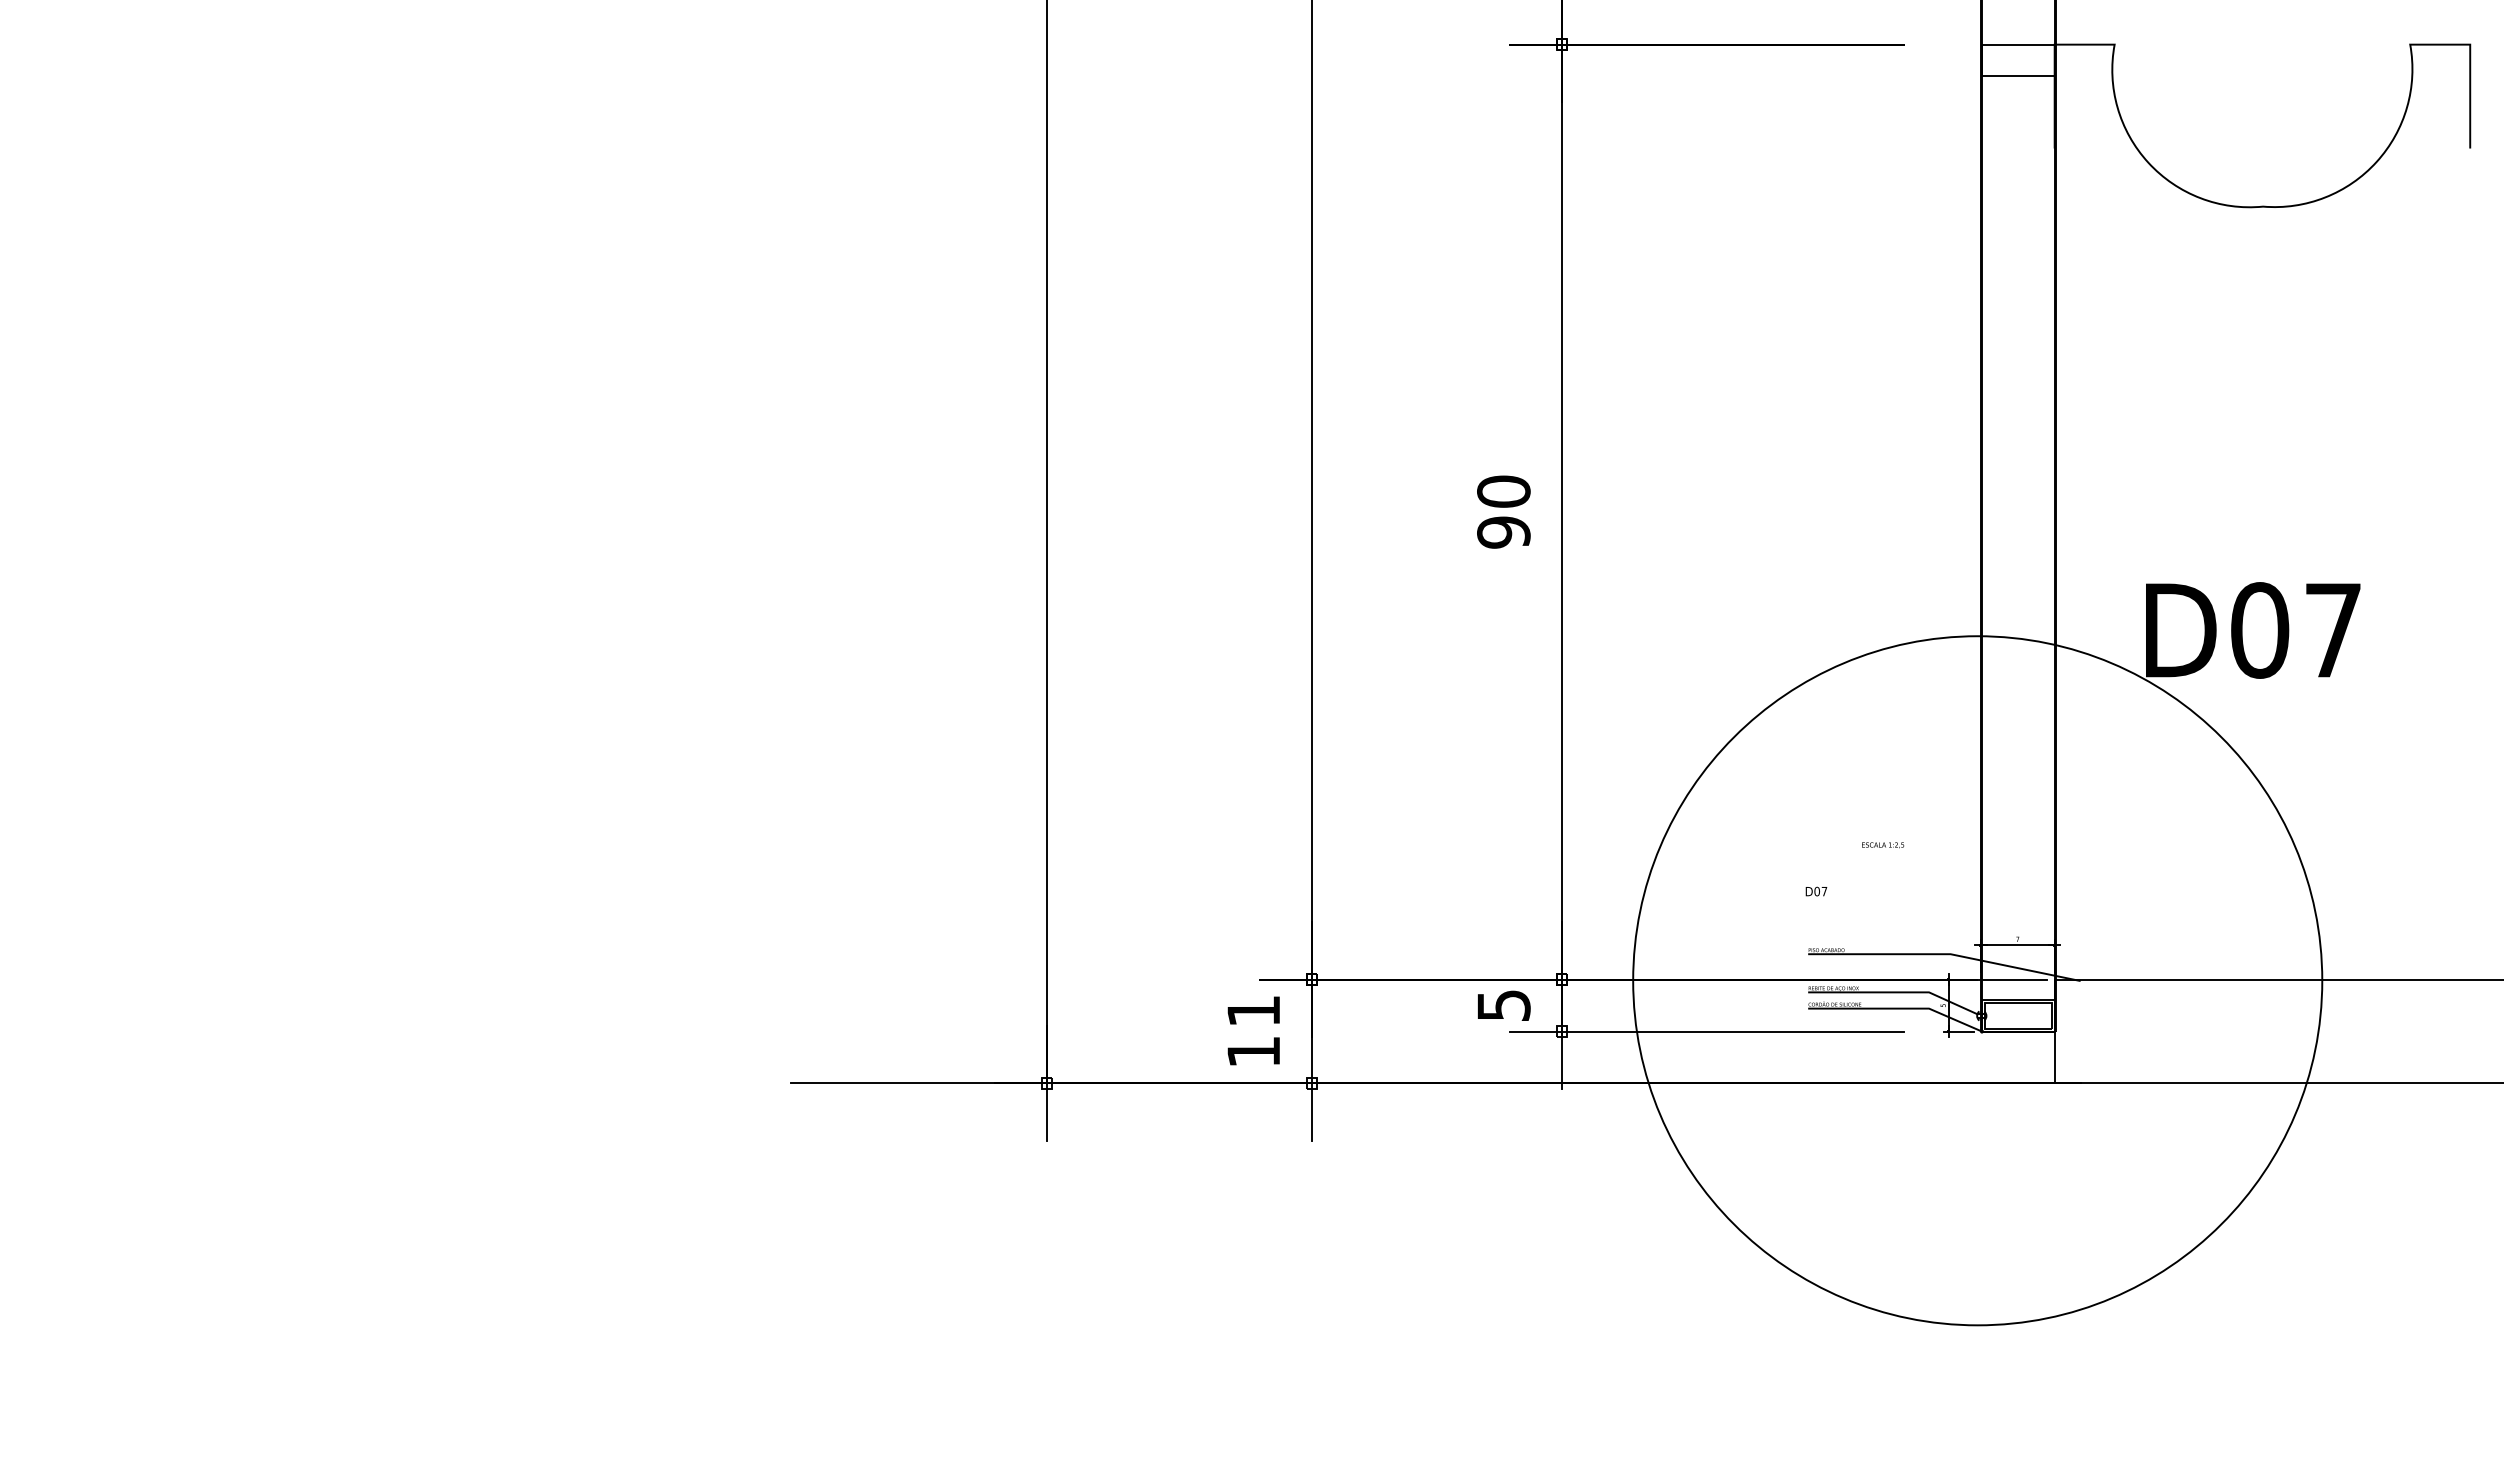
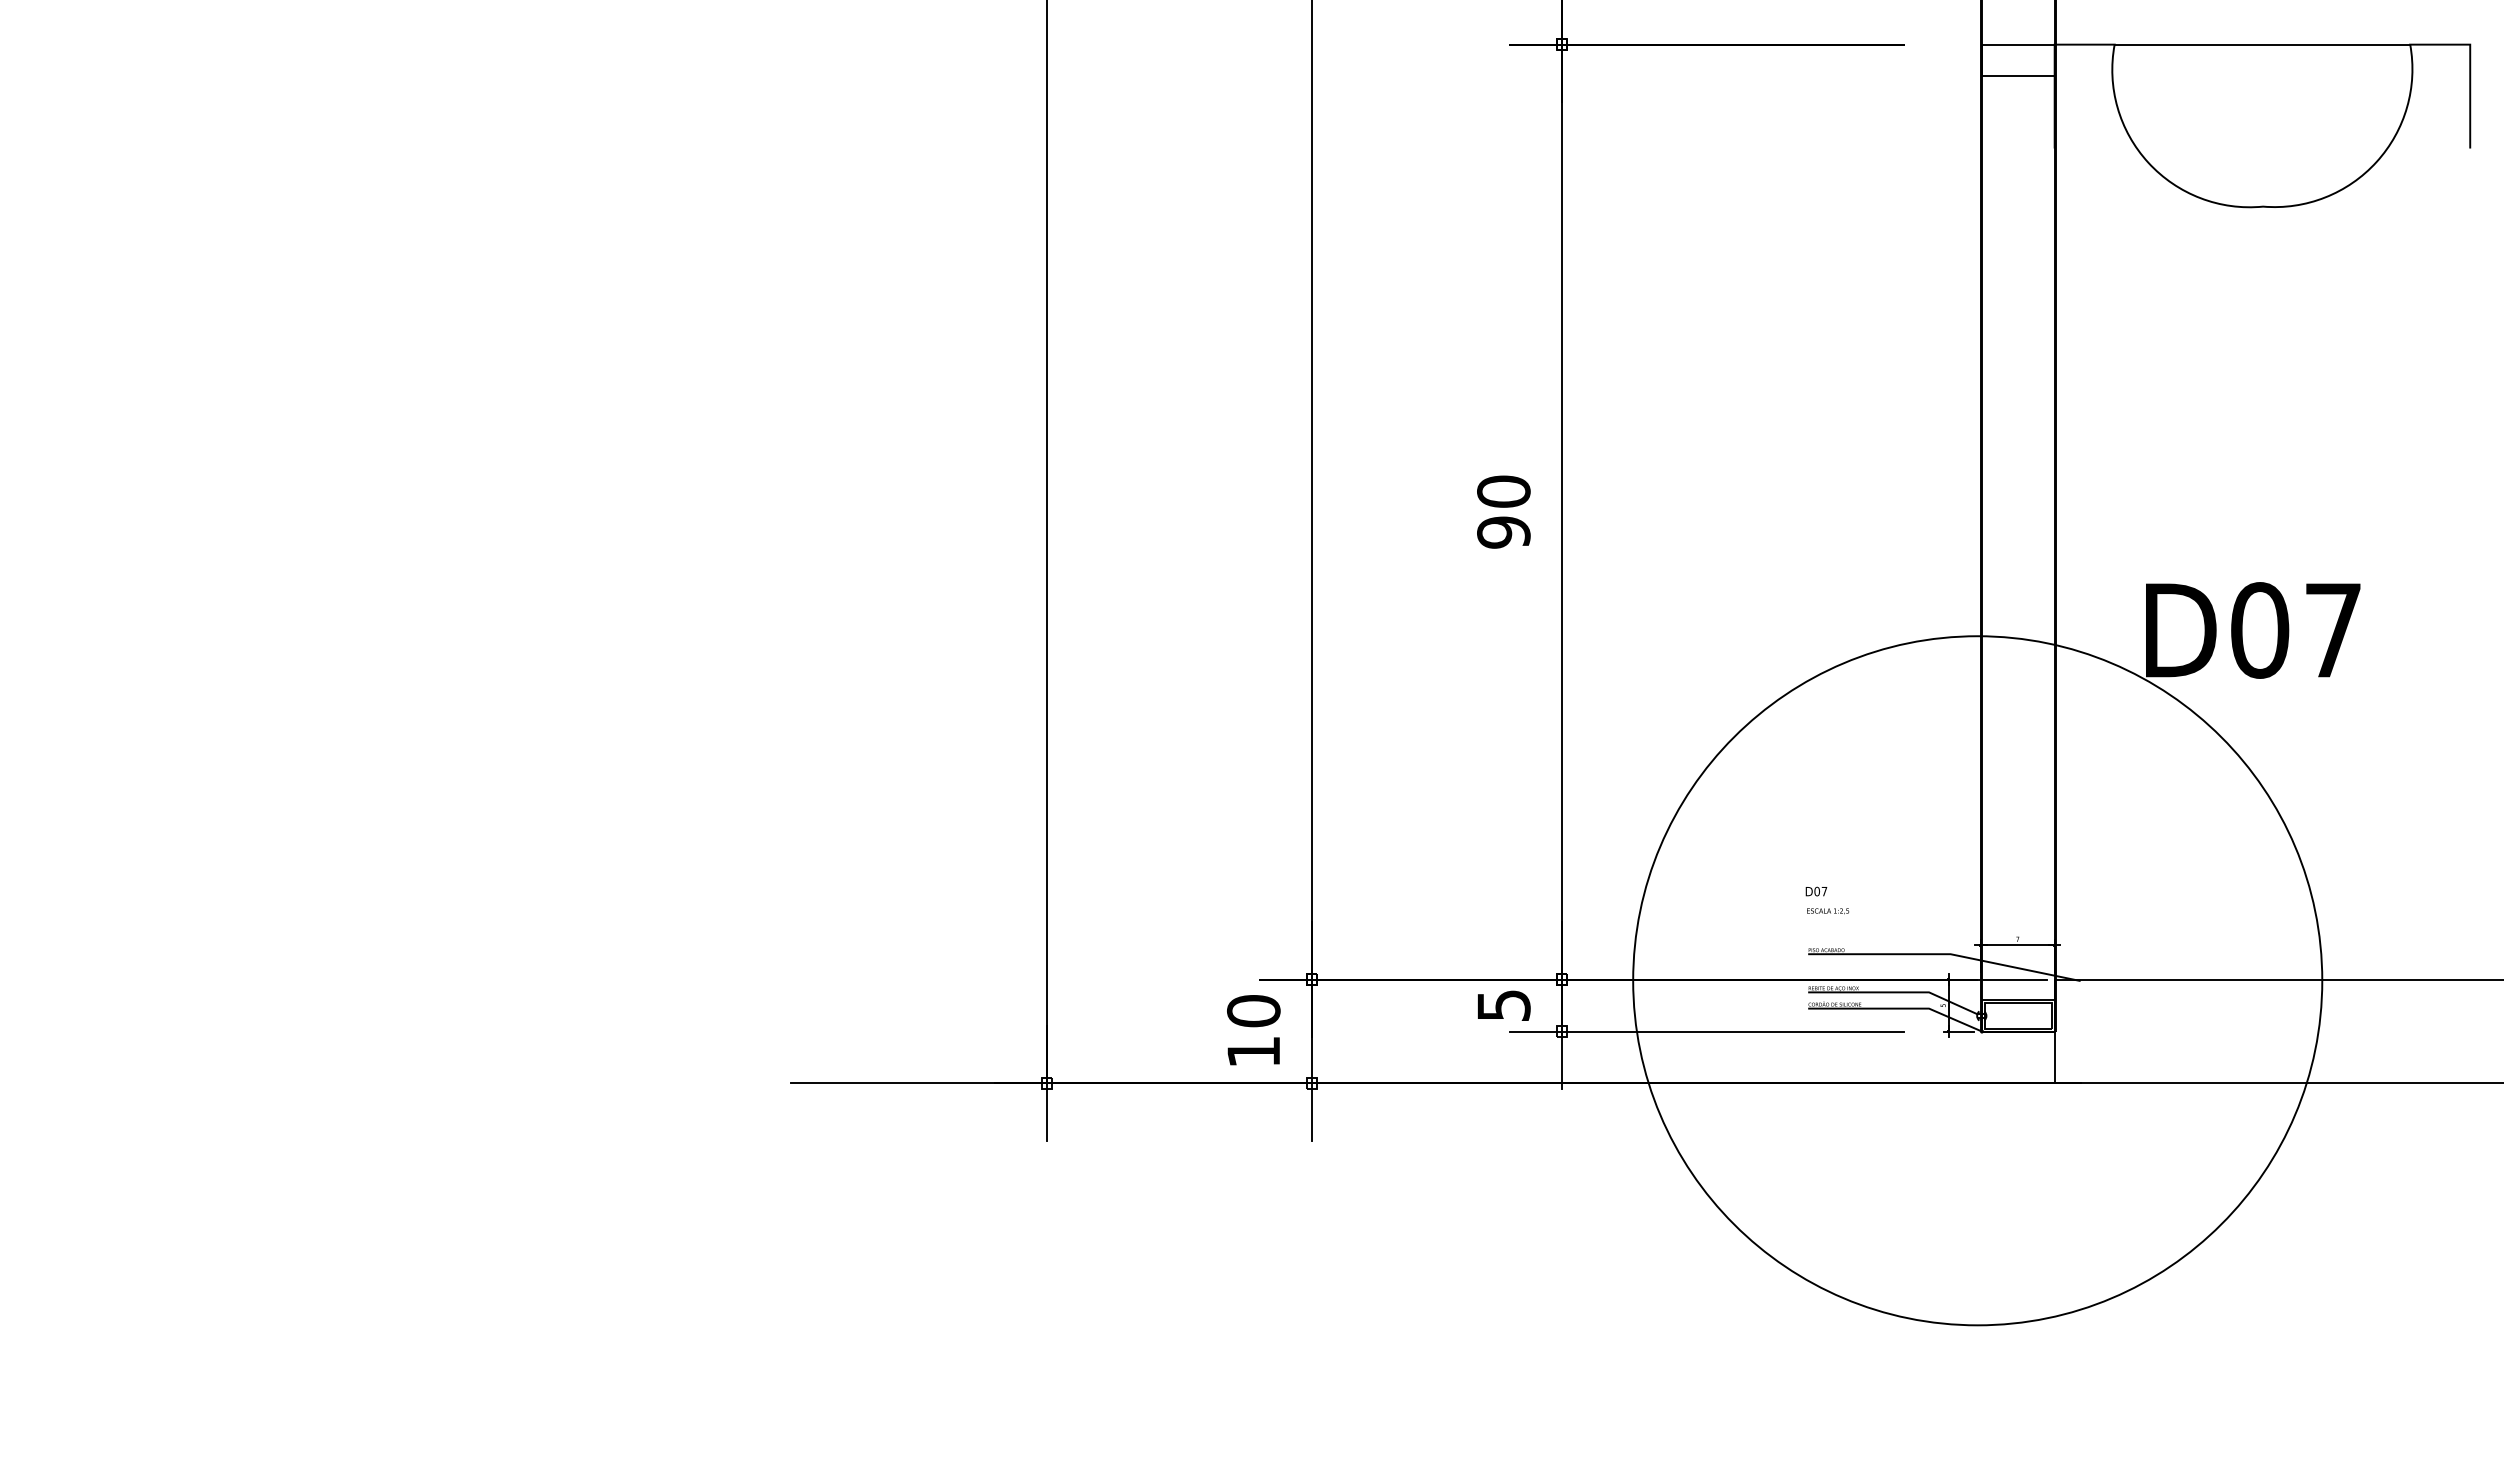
line at (2262, 44): none -> present
text at (1883, 845) position: (1883, 845) -> (1828, 911)
text at (1253, 1011): 11 -> 10
